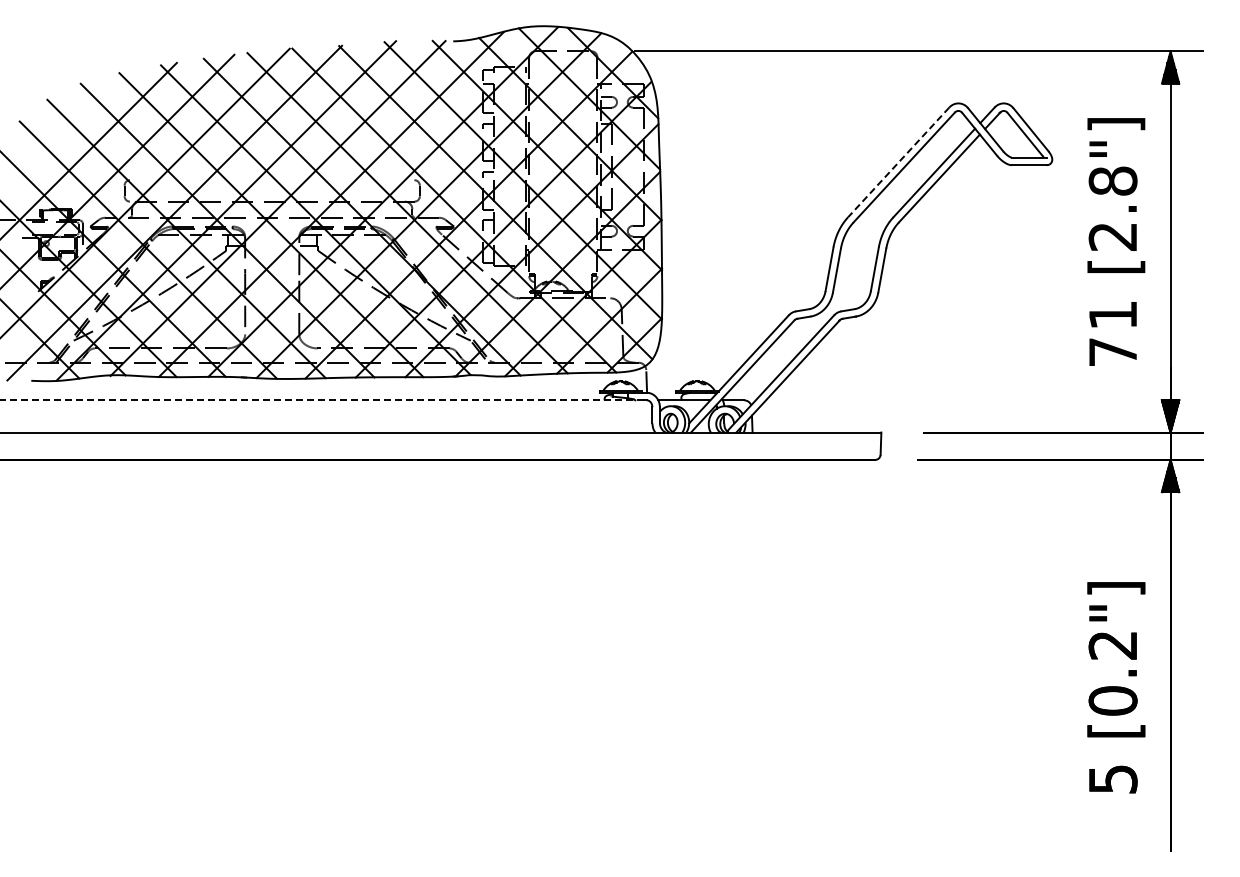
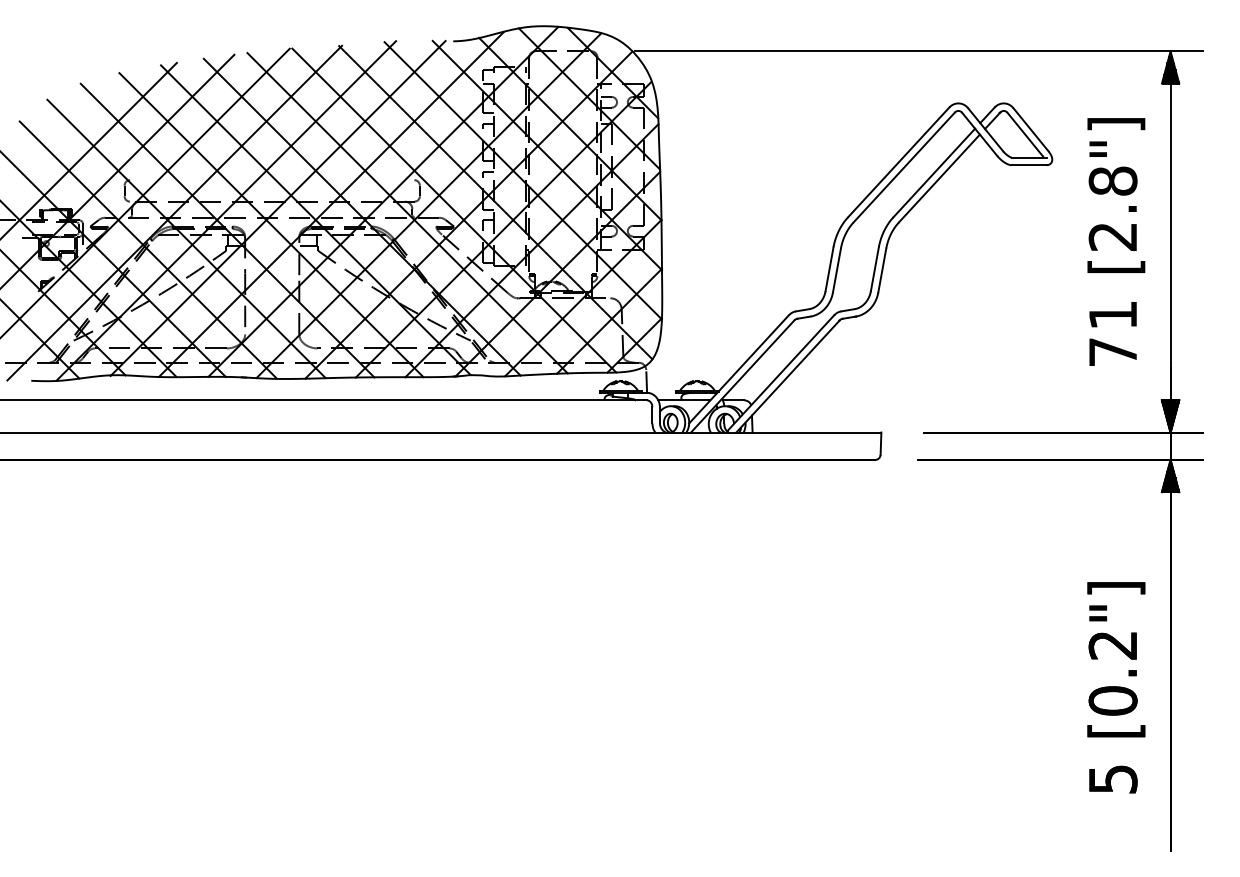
line at (898, 162): dashed -> solid
line at (322, 400): dashed -> solid
